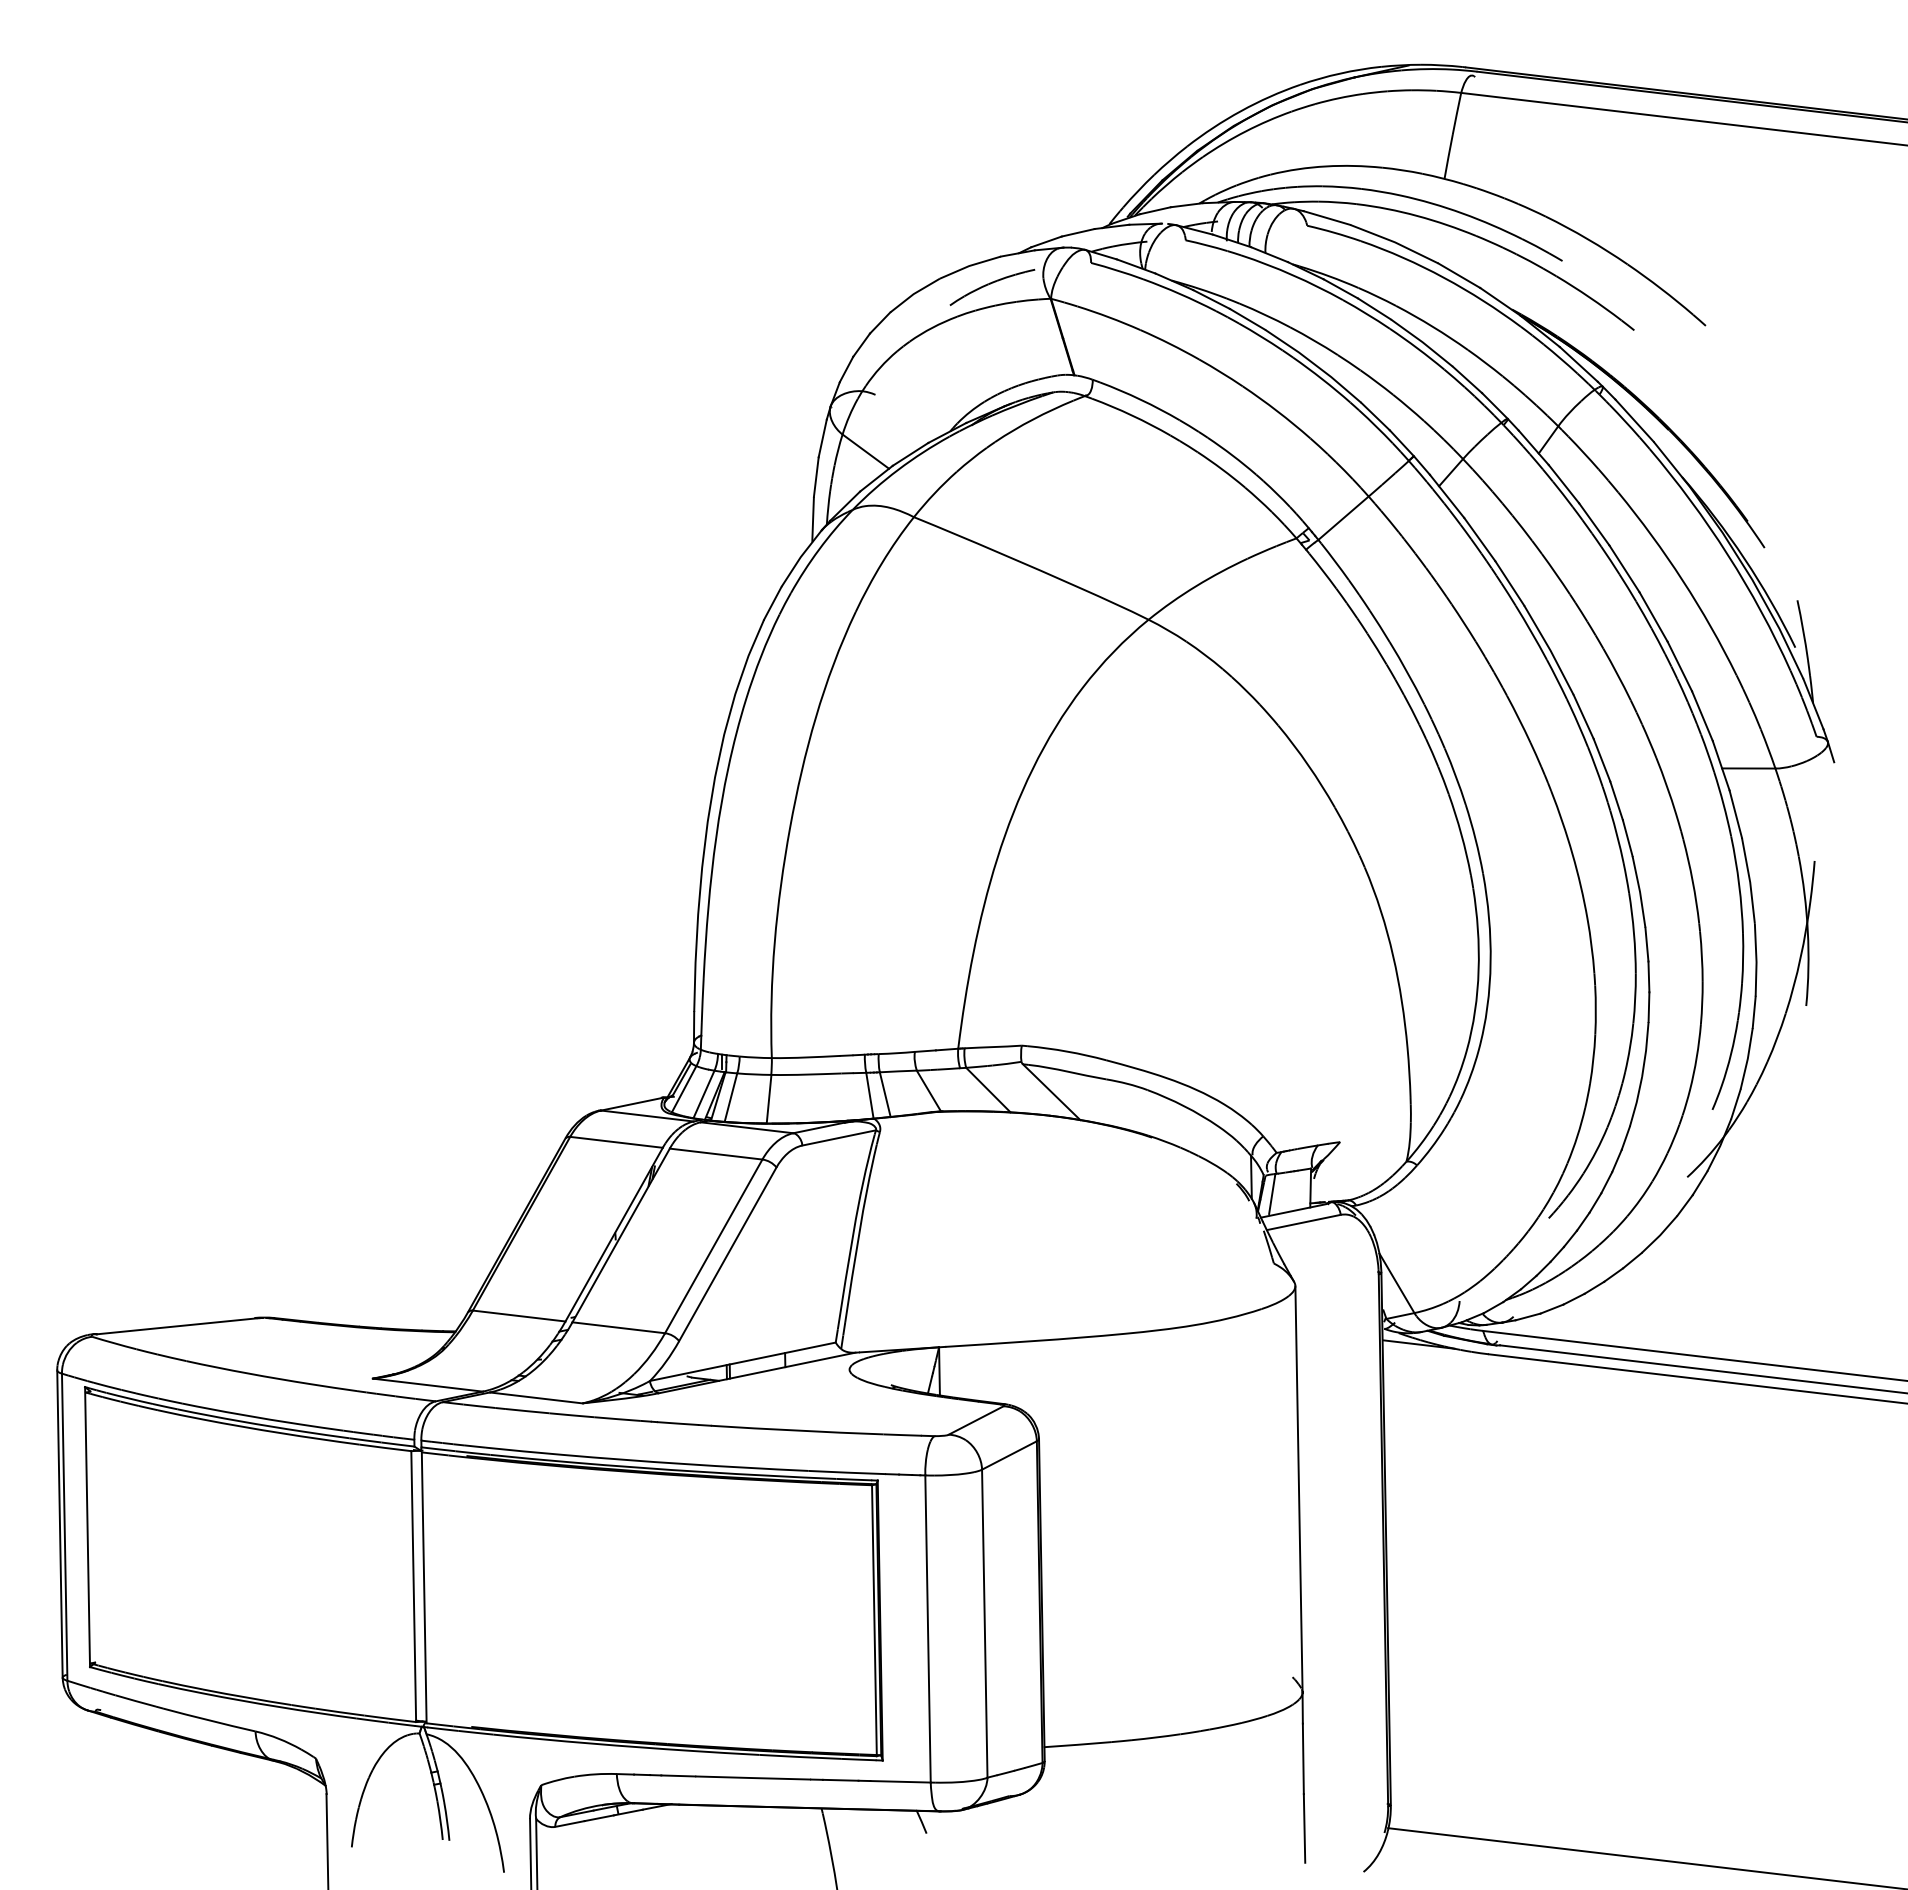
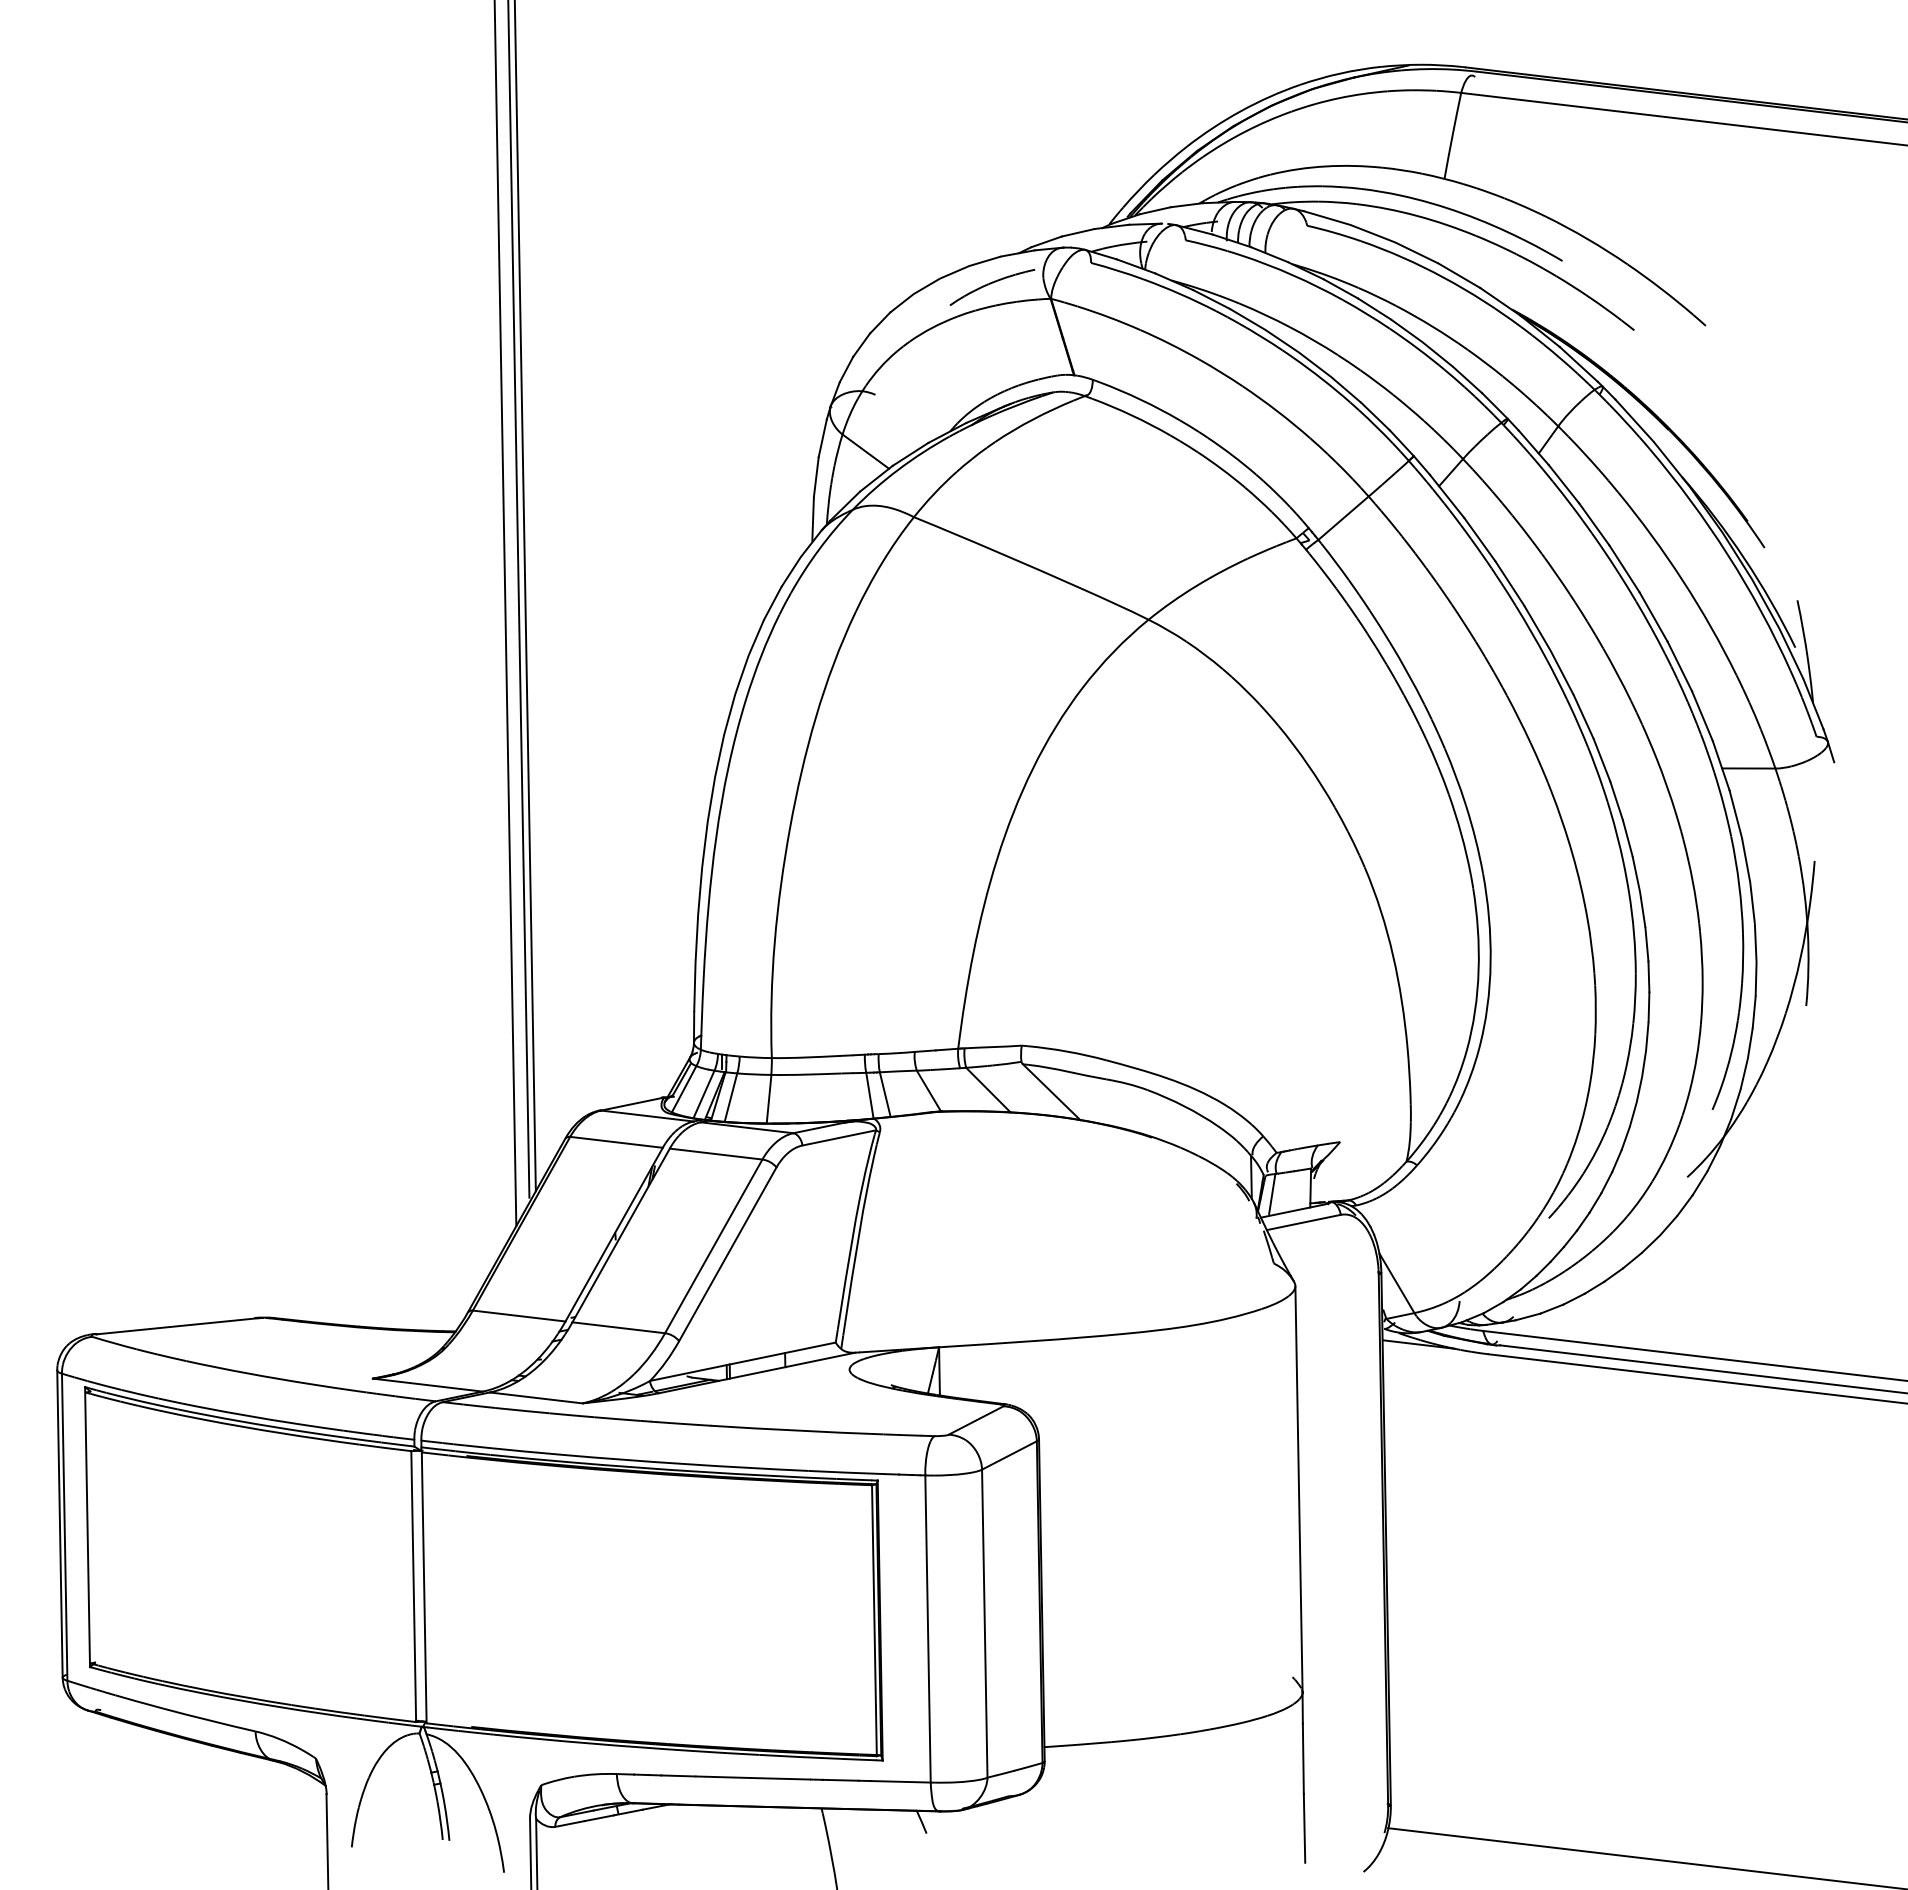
line at (524, 596): none -> present
line at (518, 599): none -> present
line at (505, 614): none -> present
